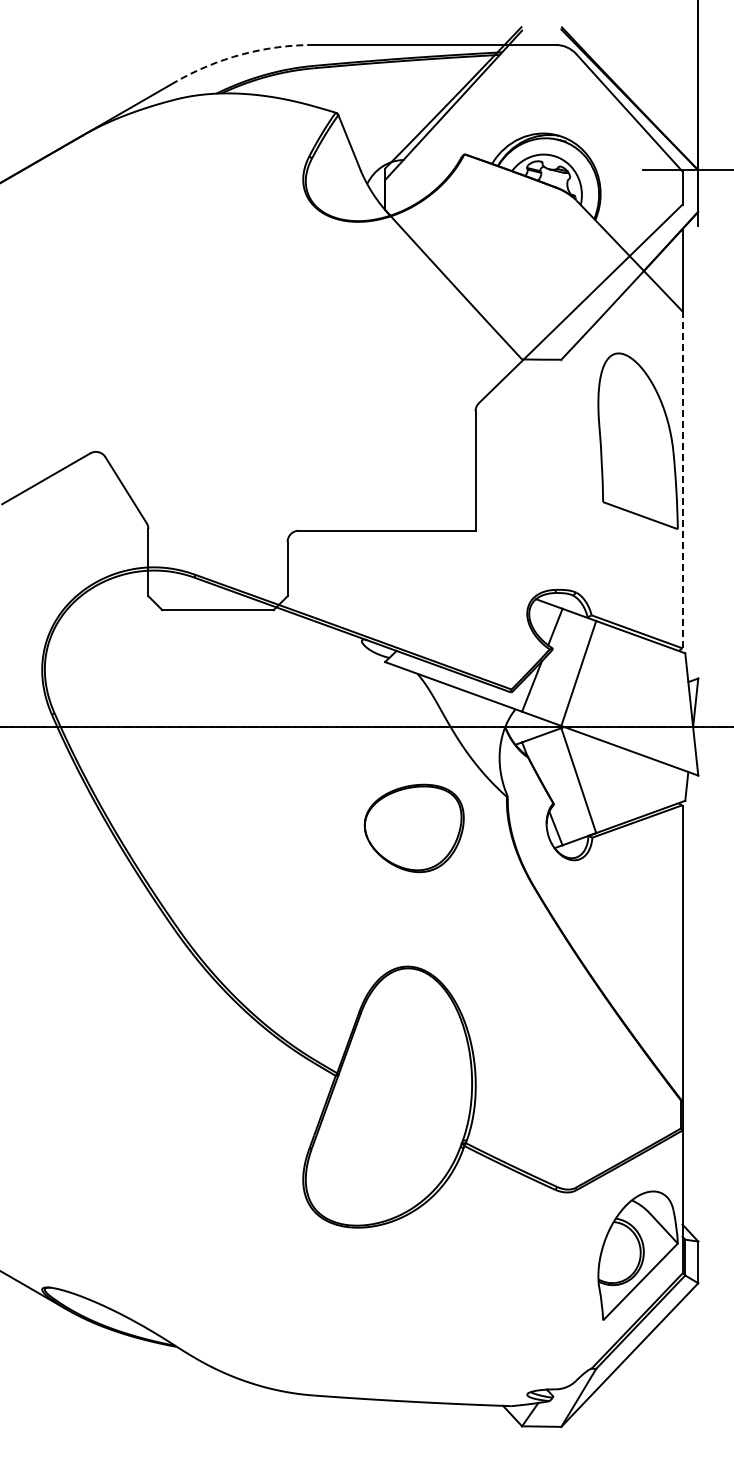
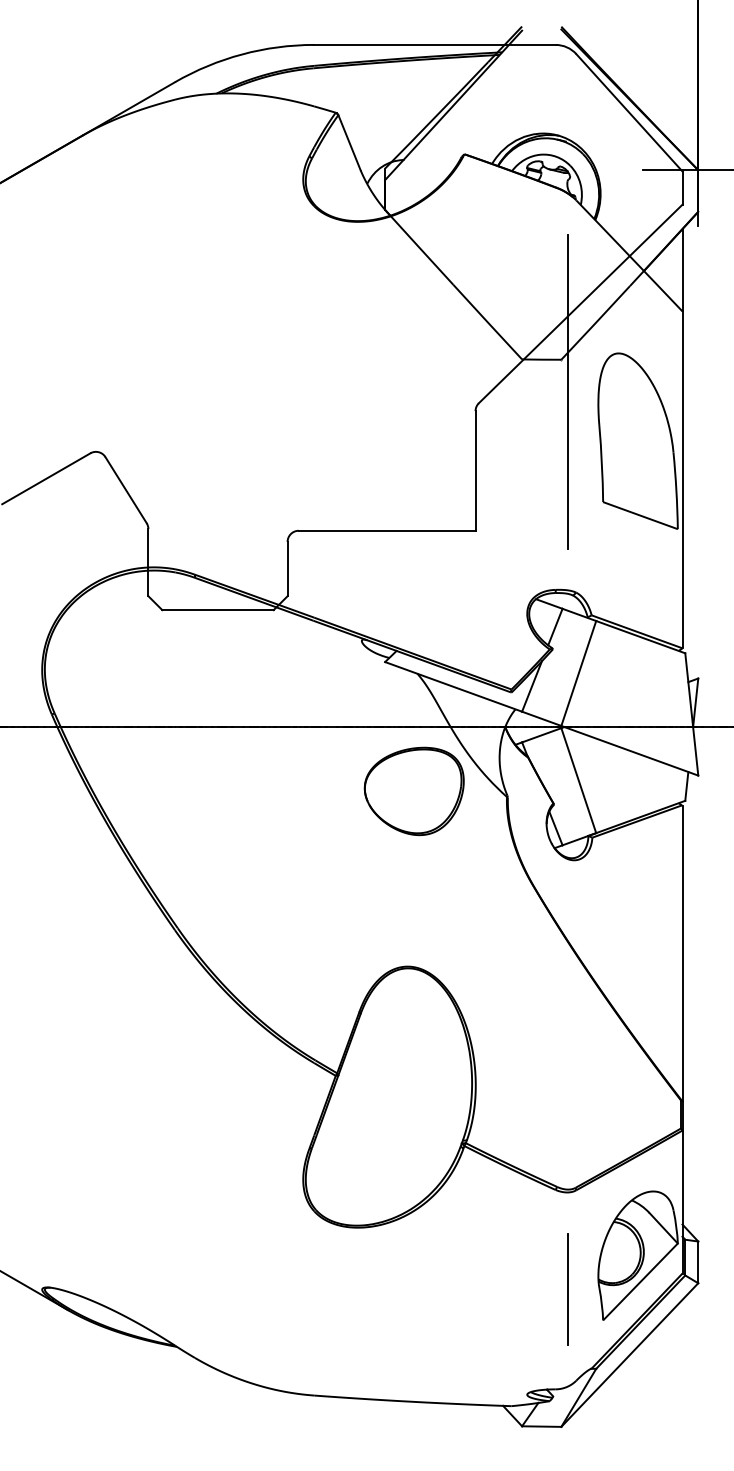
arc at (242, 54): dashed -> solid
line at (568, 391): none -> present
line at (682, 480): dashed -> solid
part at (413, 828) position: (413, 828) -> (413, 791)
line at (567, 1289): none -> present
